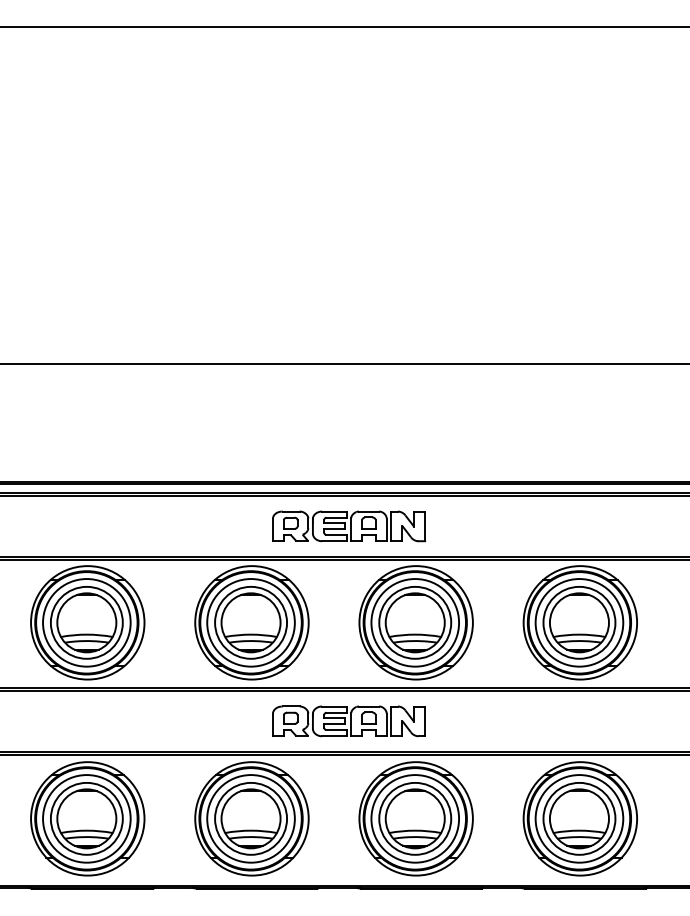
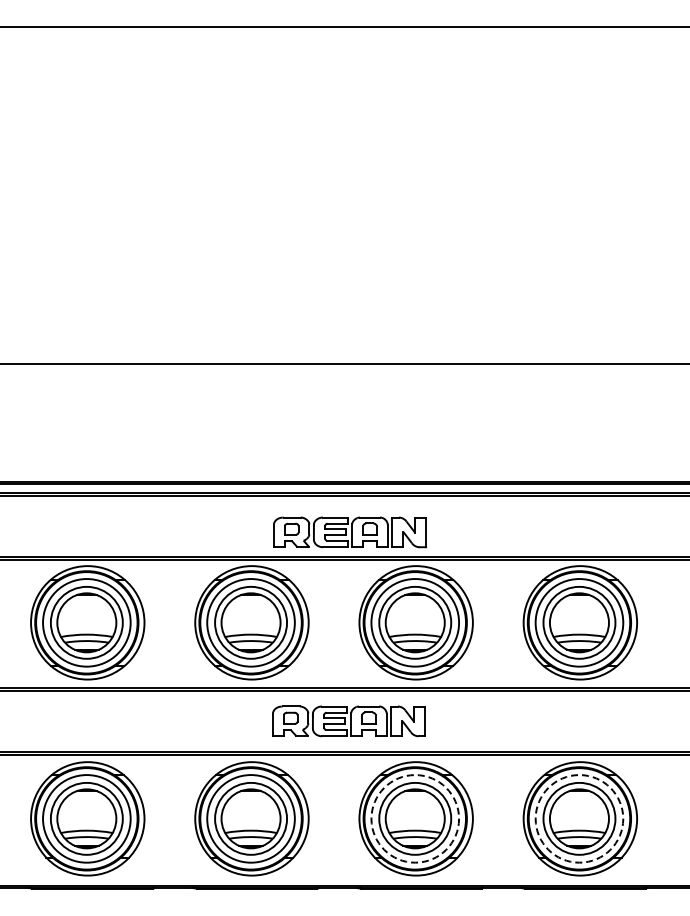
part at (348, 526) position: (348, 526) -> (349, 532)
circle at (415, 818): solid -> dashed
circle at (579, 818): solid -> dashed
